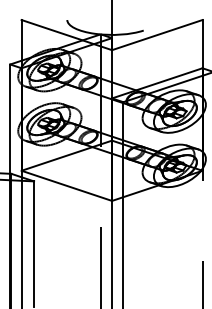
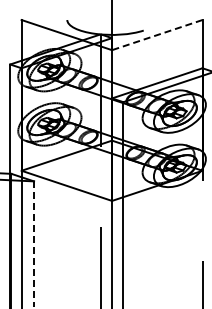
line at (157, 35): solid -> dashed
line at (34, 244): solid -> dashed
